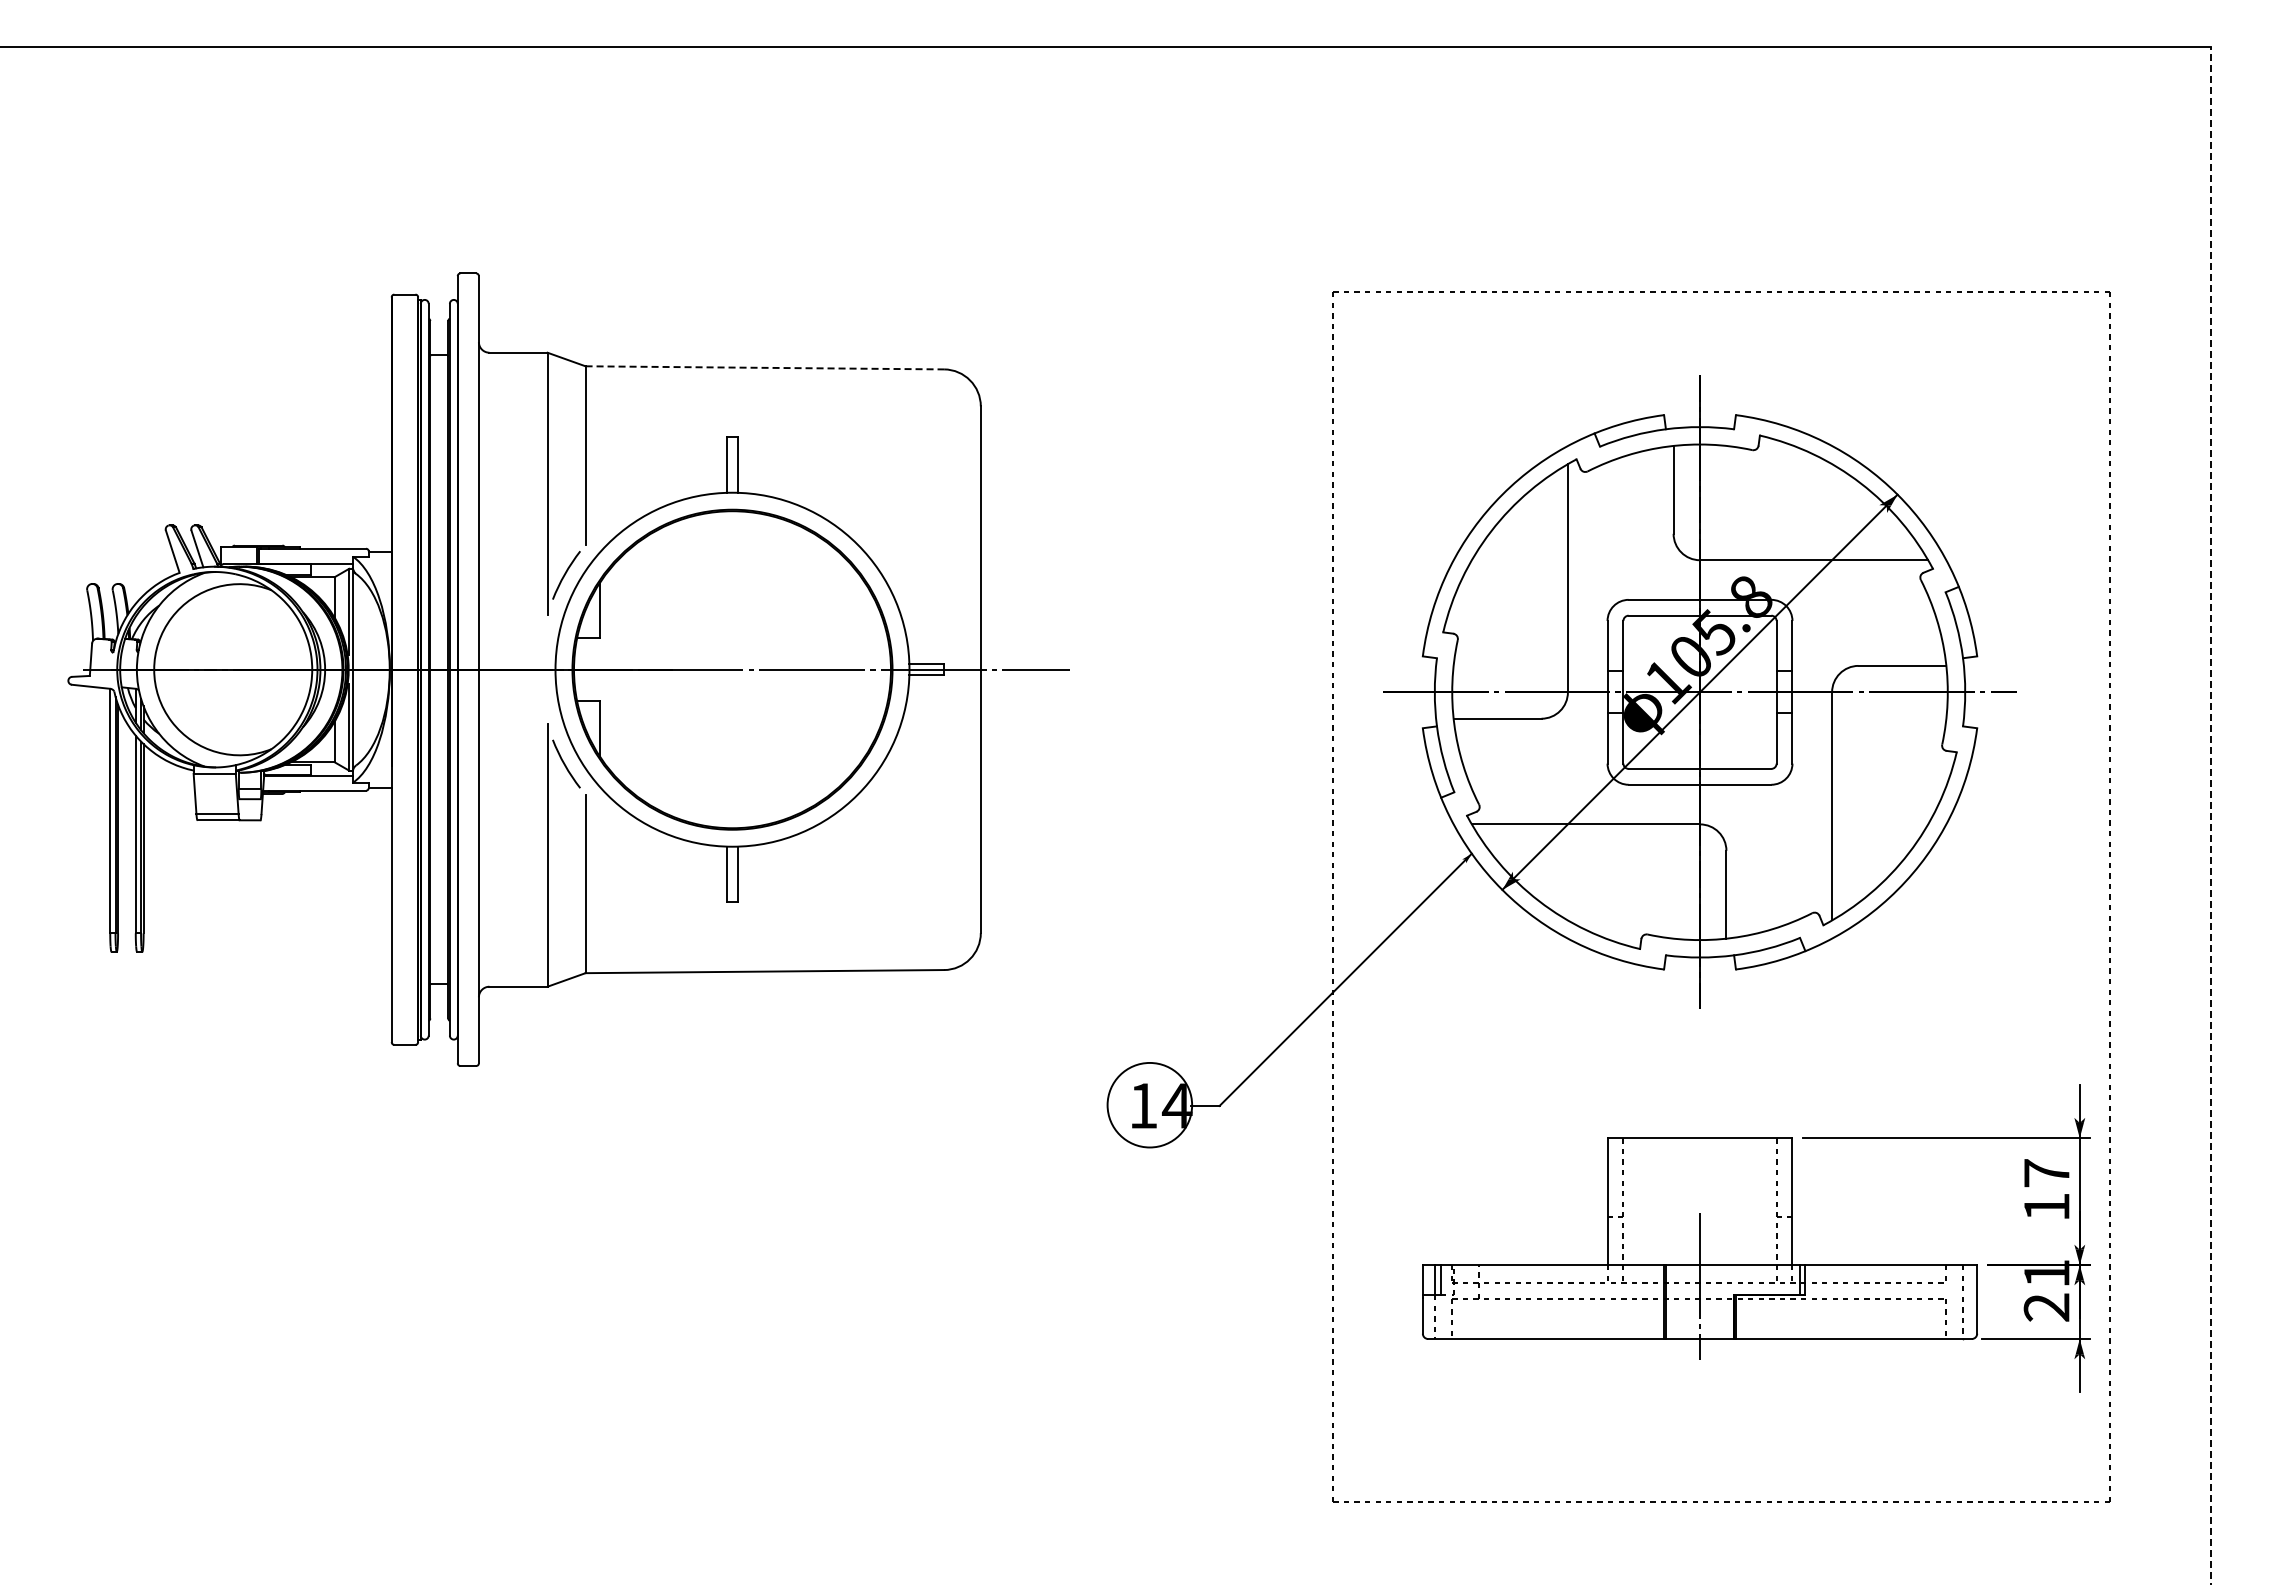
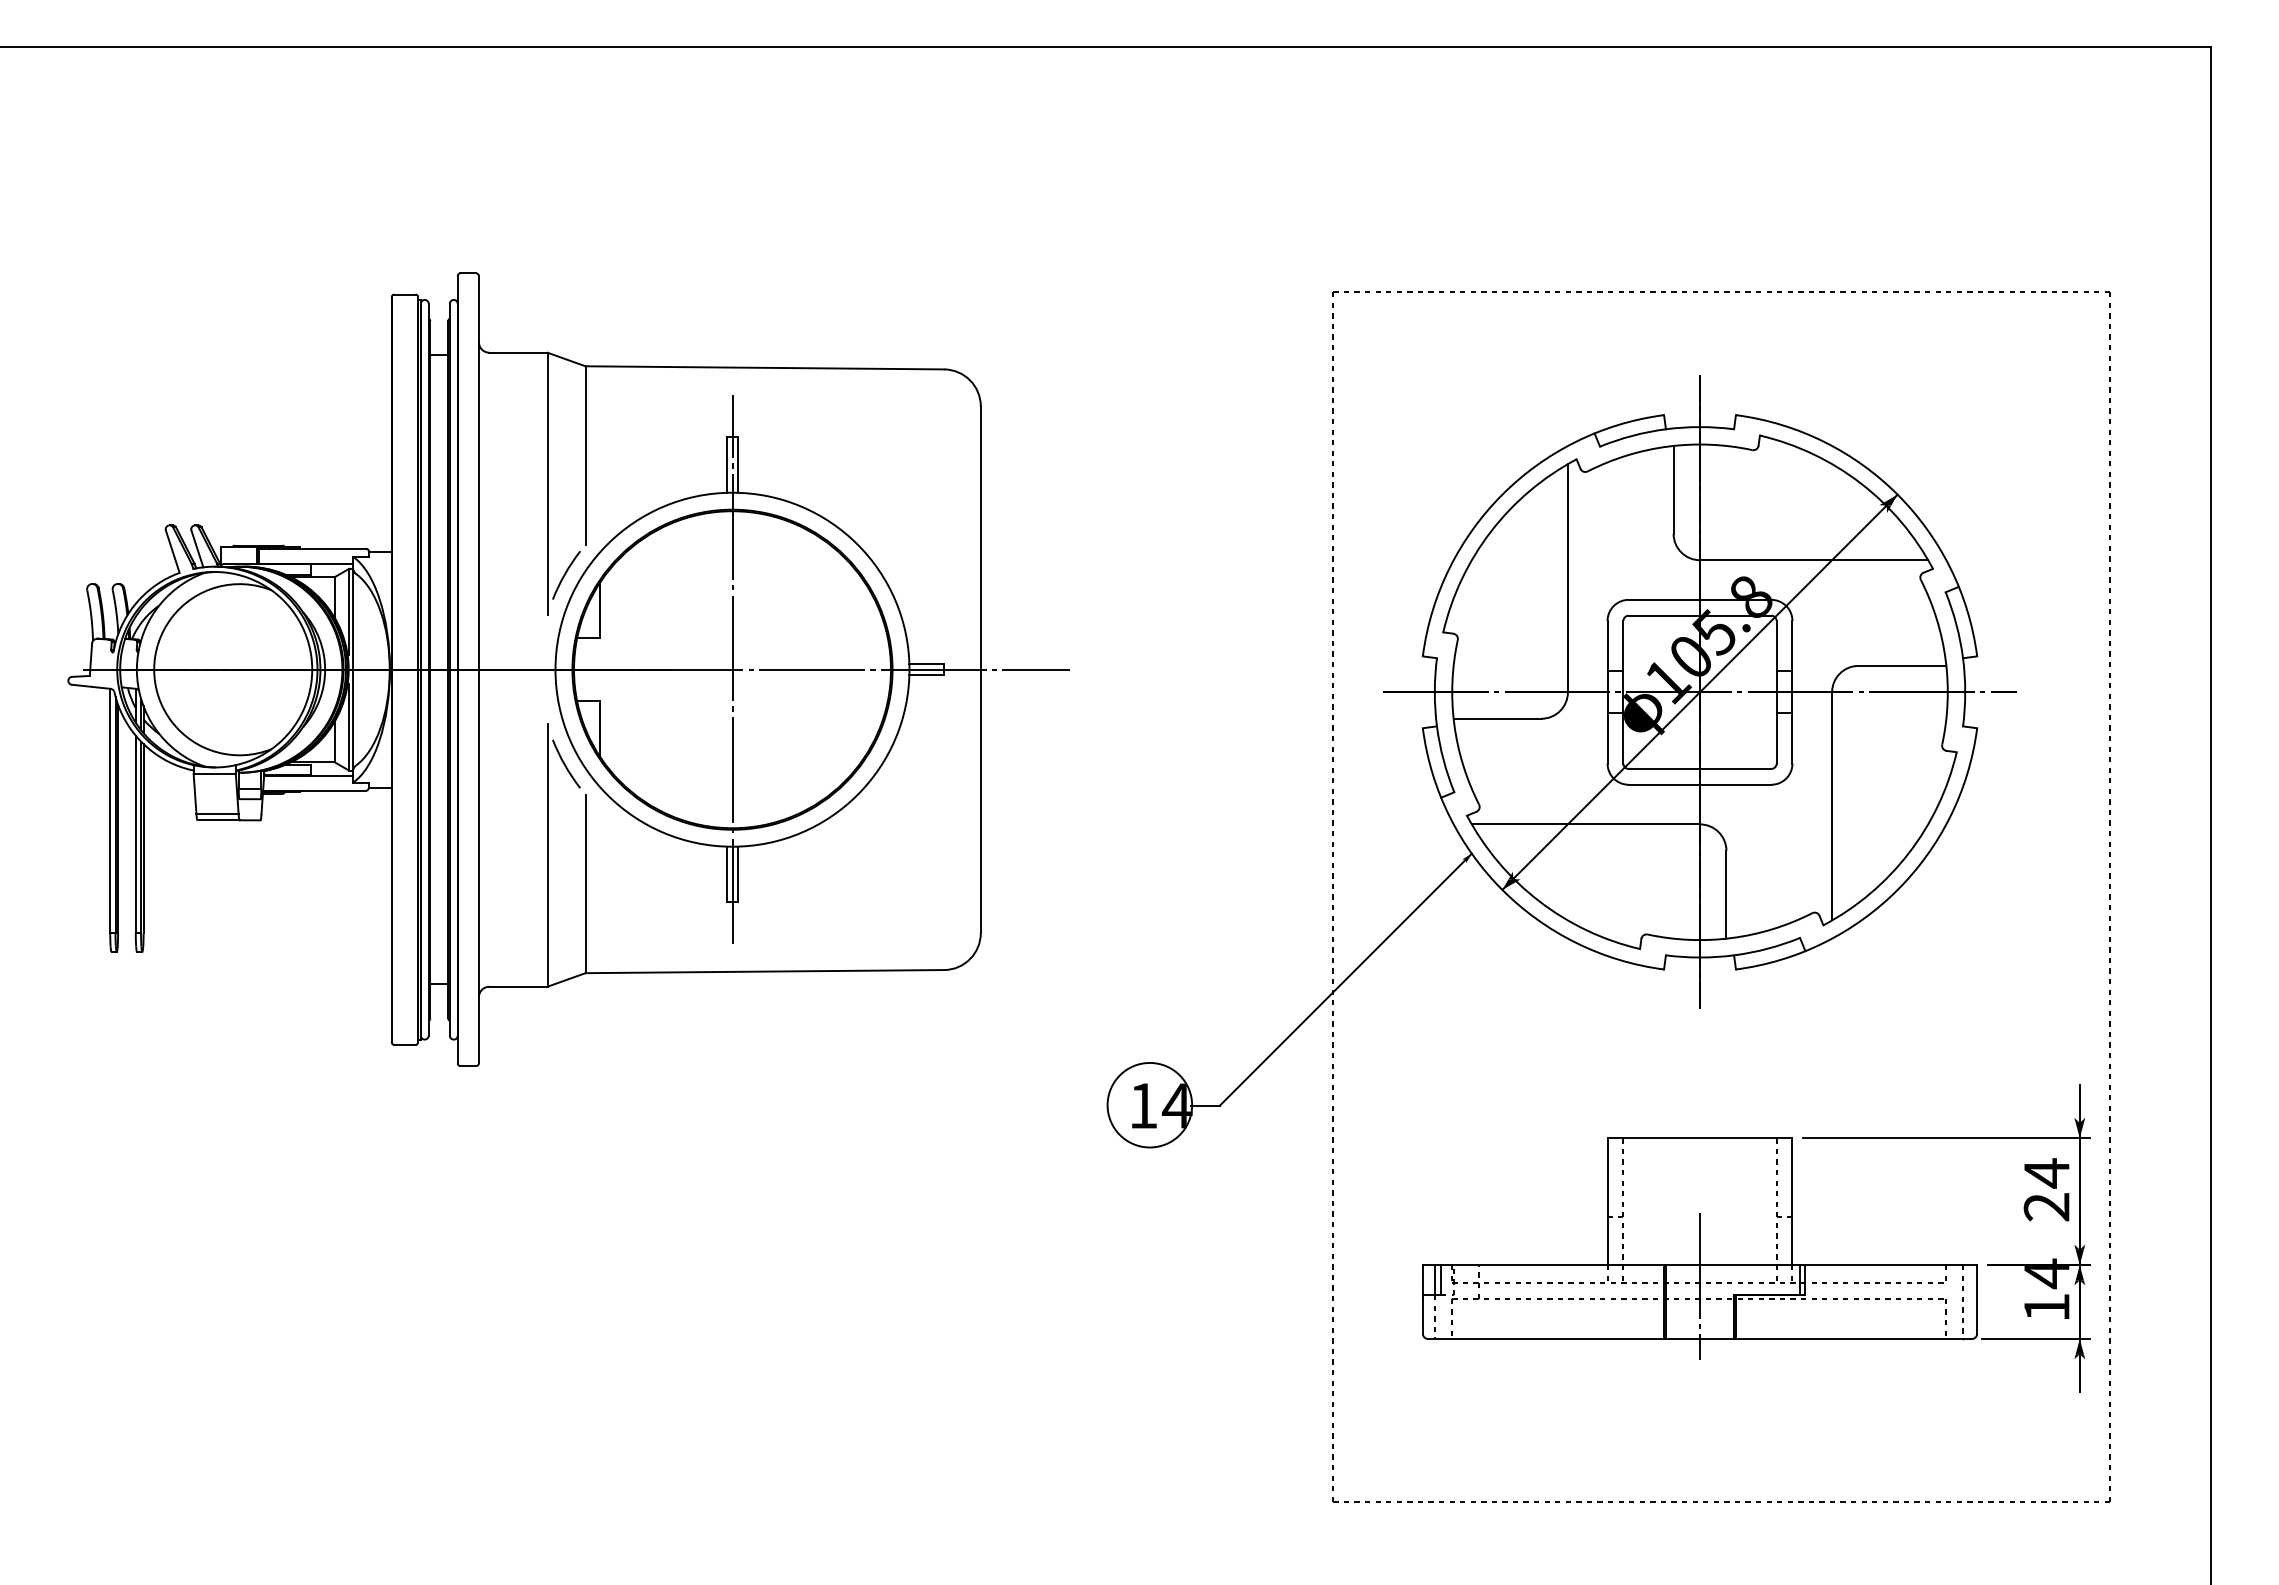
line at (765, 367): dashed -> solid
line at (732, 669): none -> present
line at (2210, 815): dashed -> solid
text at (2046, 1189): 17 -> 24
text at (2046, 1289): 21 -> 14
